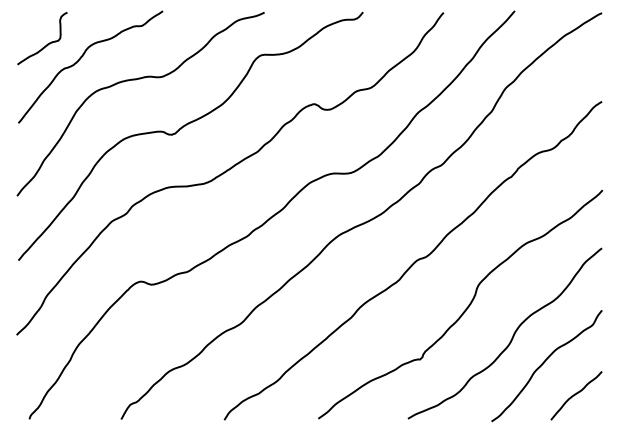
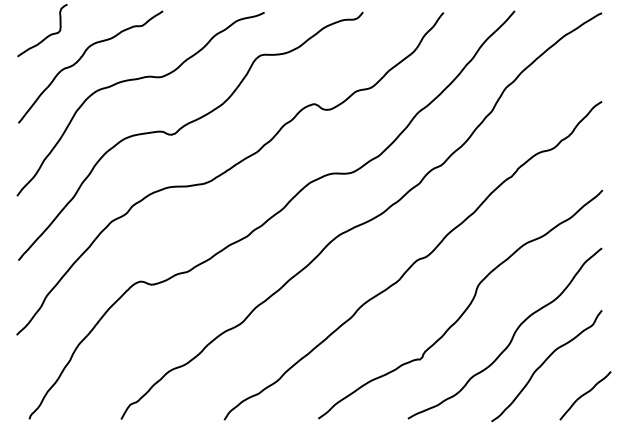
curve at (47, 43) position: (47, 43) -> (47, 35)
curve at (576, 394) position: (576, 394) -> (585, 394)
